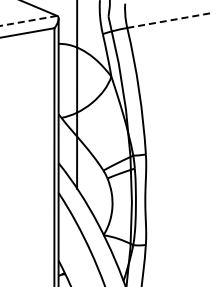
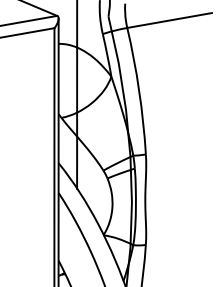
line at (28, 20): dashed -> solid
line at (169, 20): dashed -> solid
